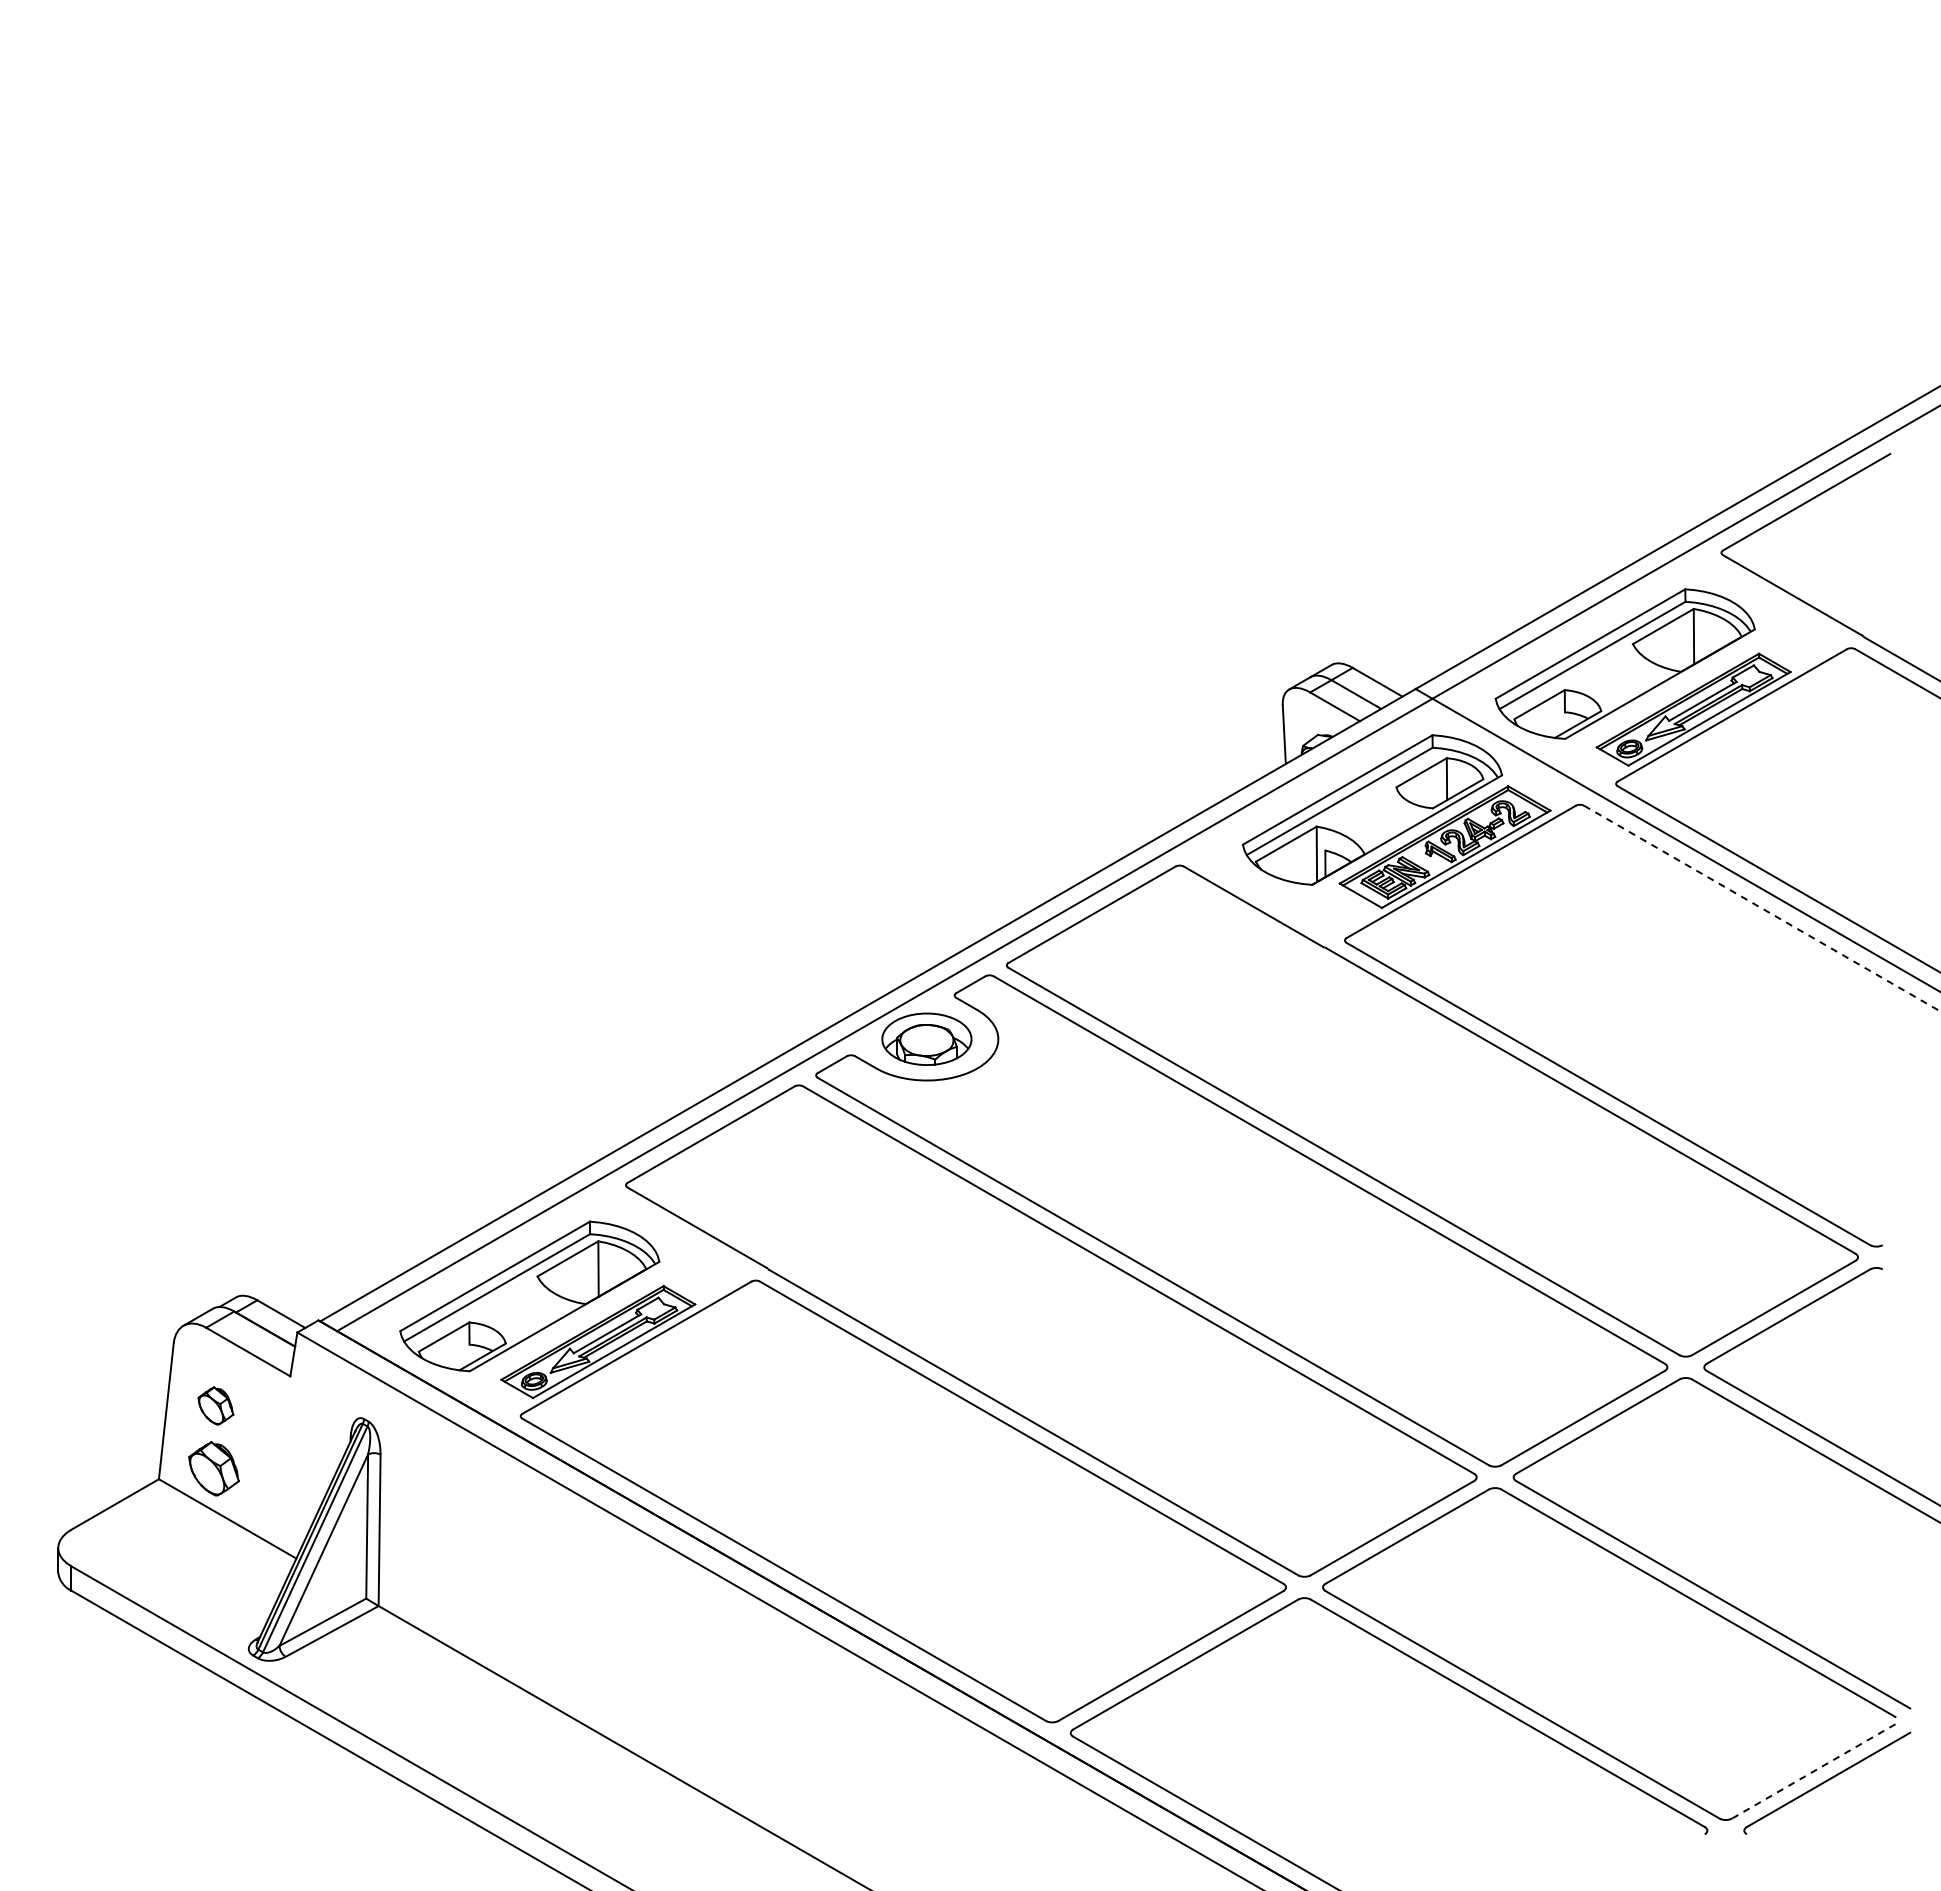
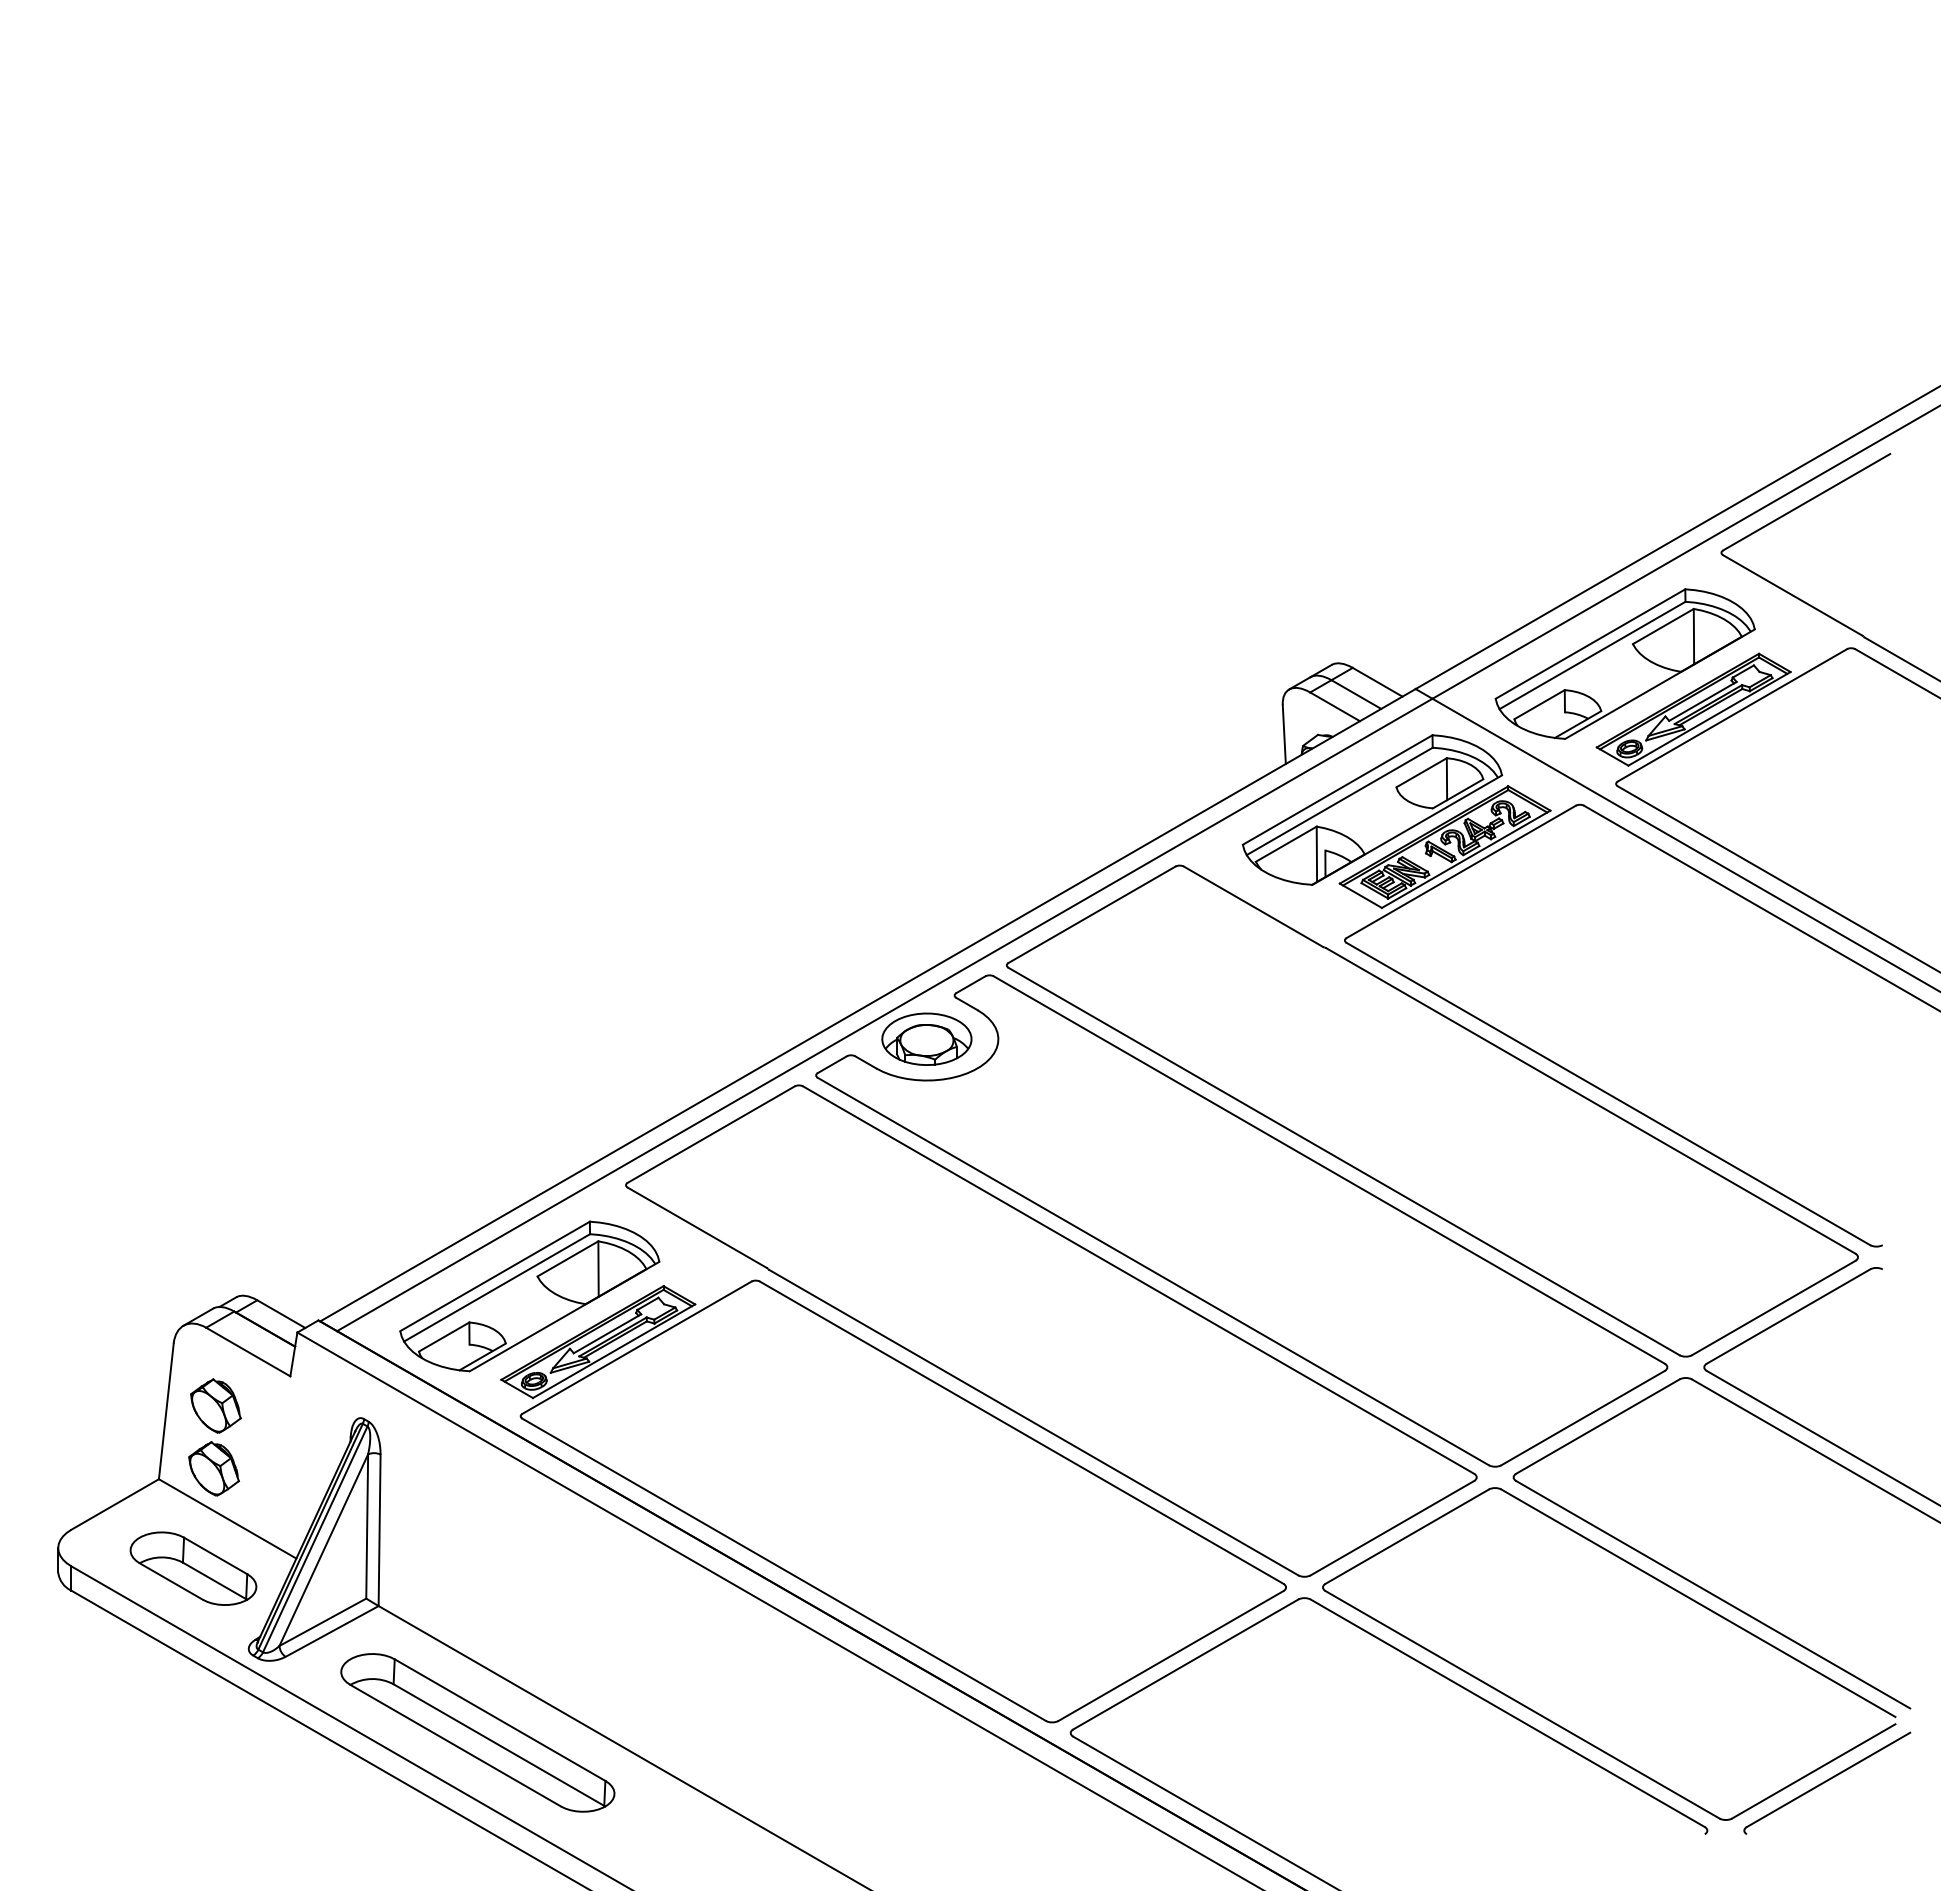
line at (1762, 908): dashed -> solid
part at (215, 1405) size: 38x40 px -> 52x56 px
part at (193, 1568): none -> present
part at (477, 1732): none -> present
line at (1813, 1771): dashed -> solid
